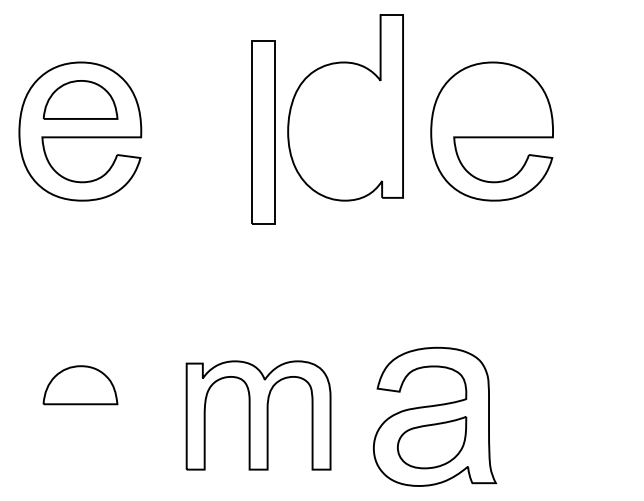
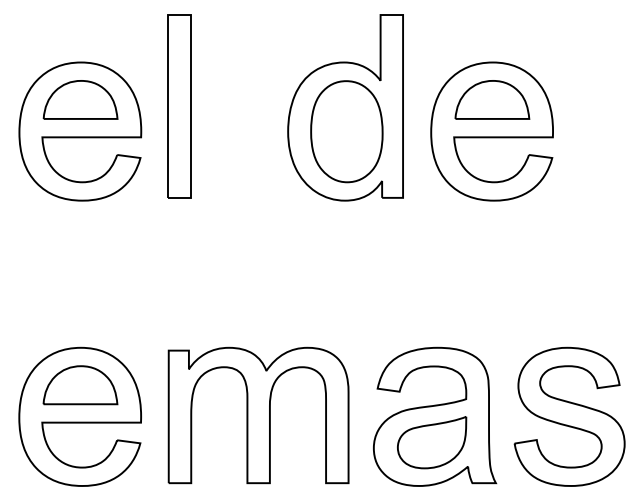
part at (492, 99): none -> present
part at (346, 131): none -> present
part at (263, 132) position: (263, 132) -> (179, 106)
part at (258, 415) size: 147x111 px -> 183x139 px
part at (79, 416): none -> present
part at (569, 416): none -> present
